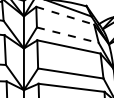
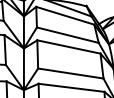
line at (65, 15): dashed -> solid
line at (67, 35): dashed -> solid
